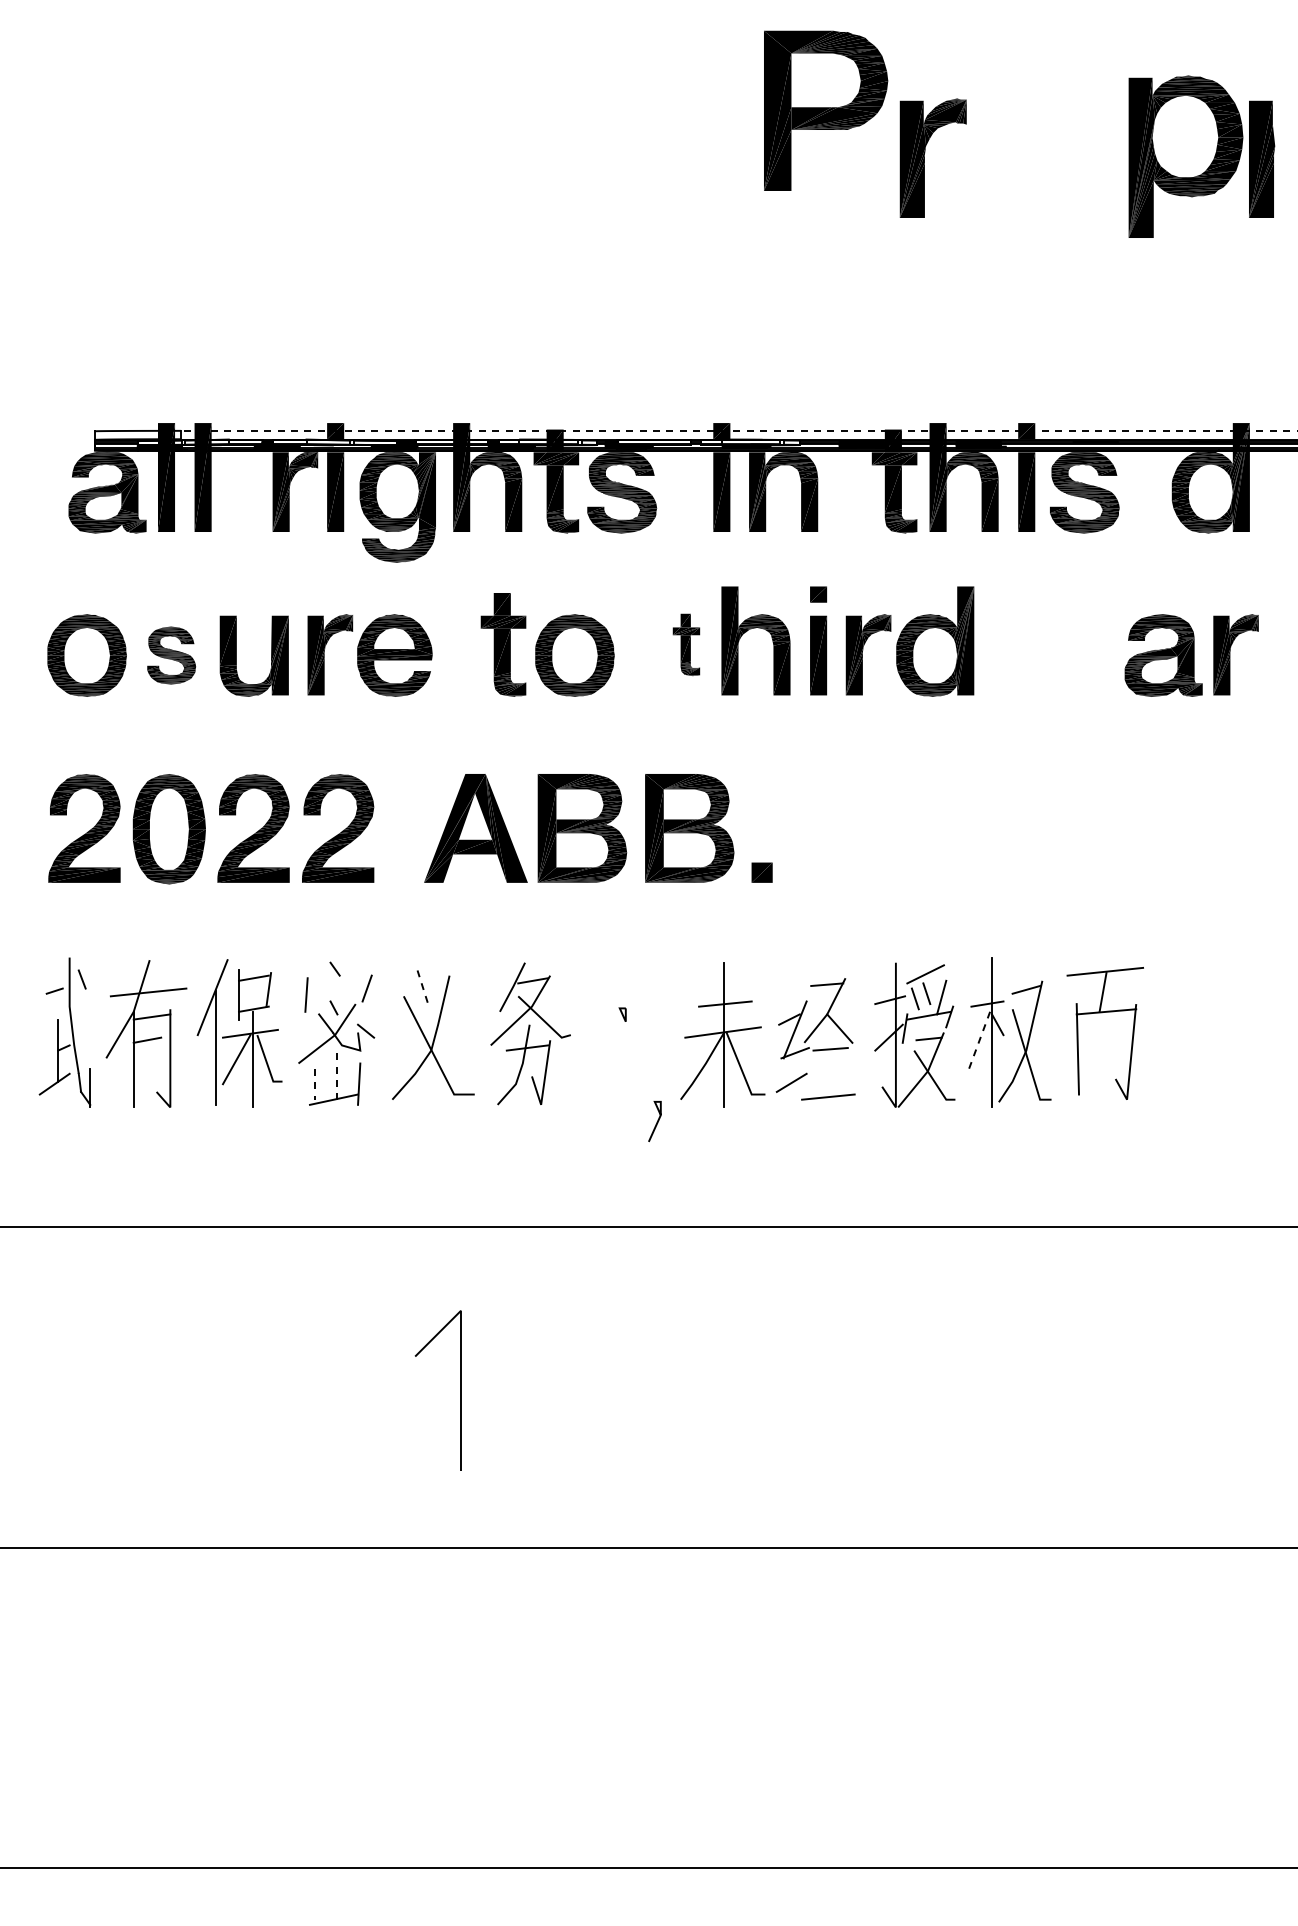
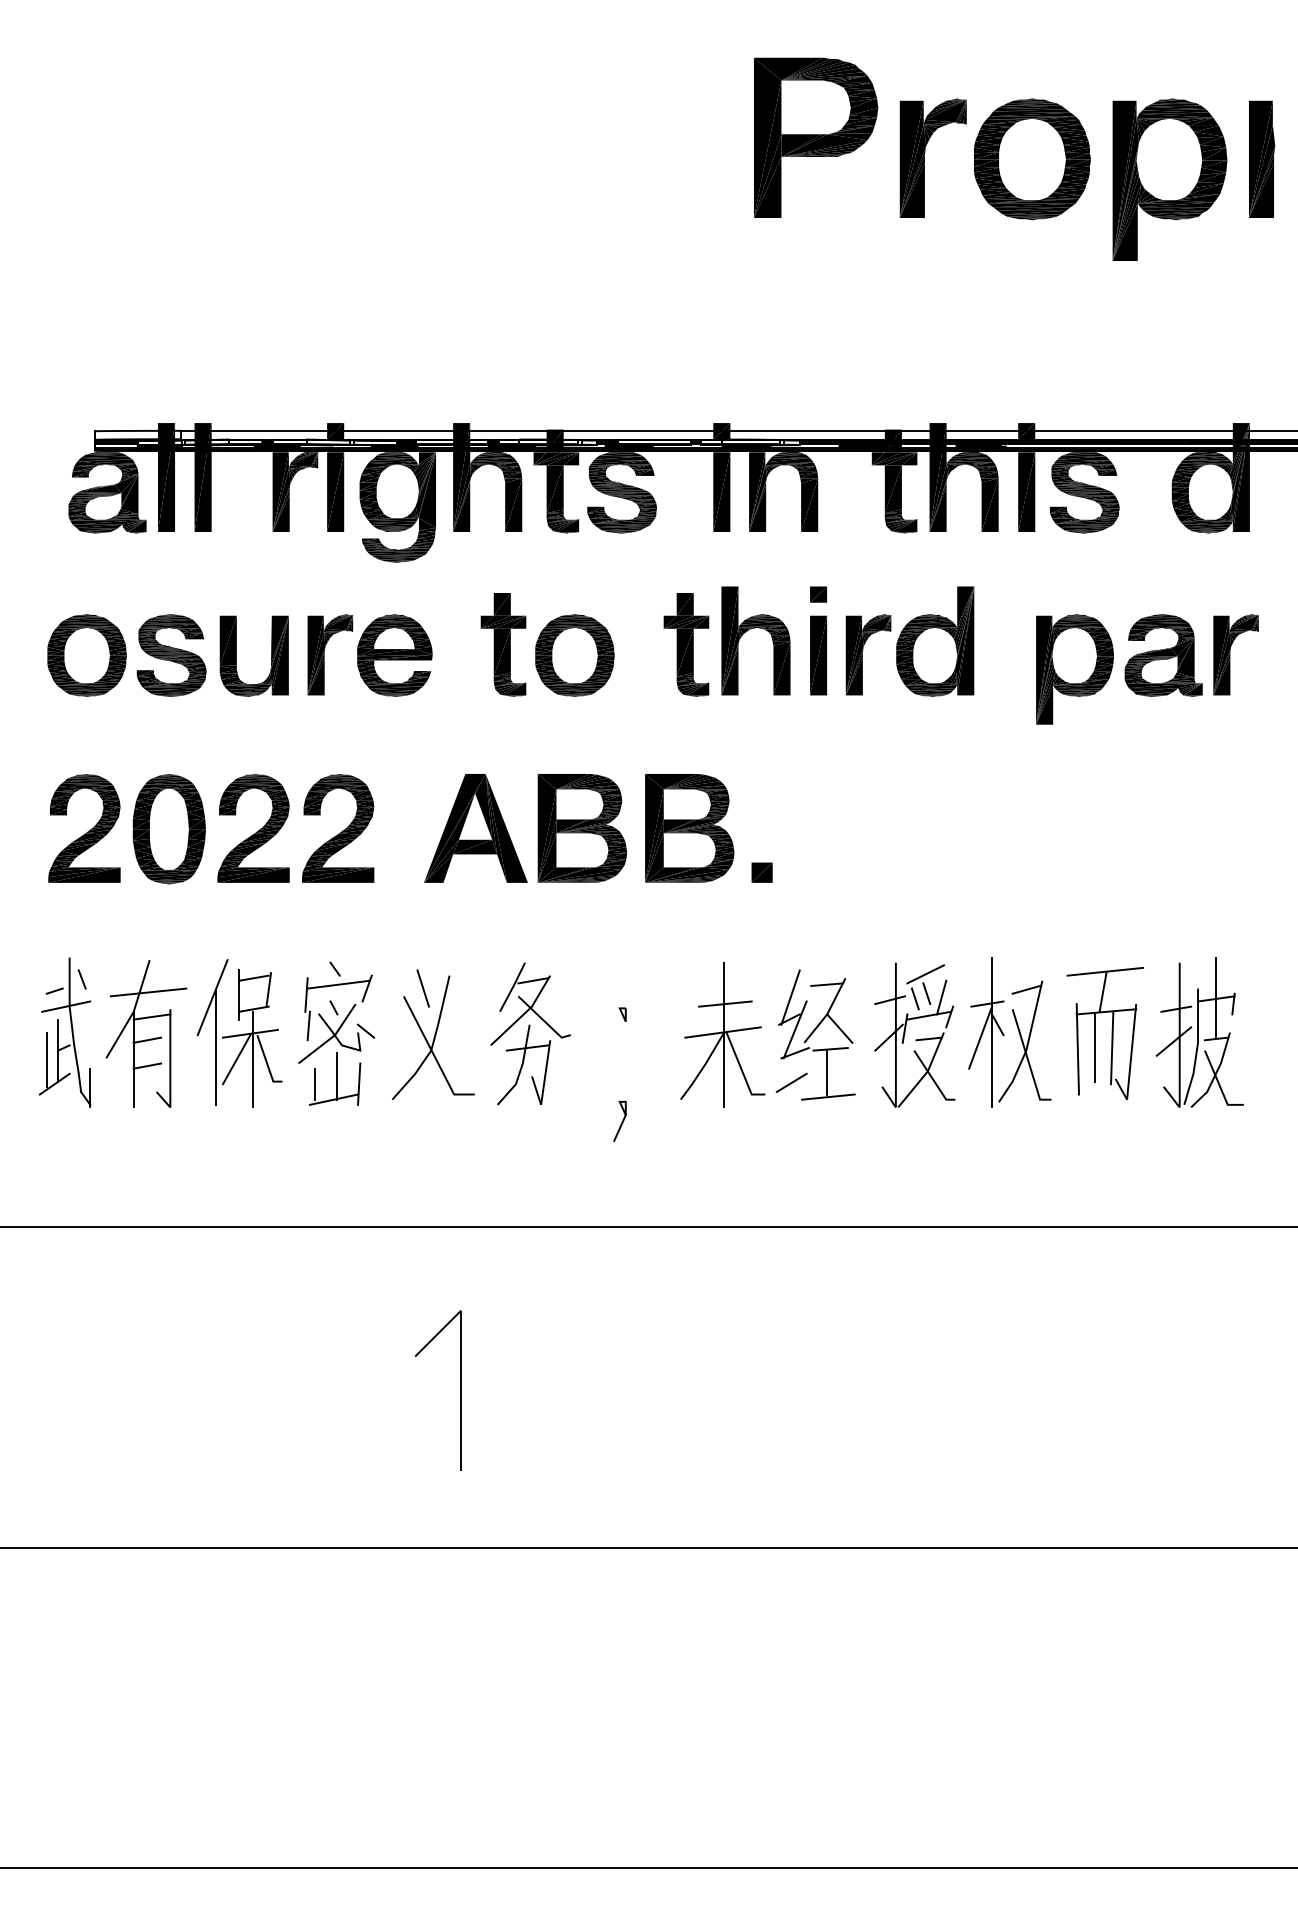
part at (826, 110) position: (826, 110) -> (816, 137)
part at (1185, 156) position: (1185, 156) -> (1169, 179)
part at (1032, 159): none -> present
line at (739, 430): dashed -> solid
part at (686, 644) size: 29x63 px -> 47x104 px
part at (171, 655) size: 50x59 px -> 71x83 px
part at (1074, 669): none -> present
line at (338, 984): none -> present
line at (423, 988): dashed -> solid
line at (790, 997): none -> present
line at (66, 1006): none -> present
line at (308, 1025): none -> present
part at (1199, 1032): none -> present
line at (980, 1037): dashed -> solid
line at (1095, 1047): none -> present
line at (1112, 1047): none -> present
line at (46, 1059): none -> present
line at (147, 1065): none -> present
line at (827, 1072): none -> present
line at (337, 1076): dashed -> solid
line at (314, 1084): dashed -> solid
line at (656, 1122) position: (656, 1122) -> (621, 1122)
